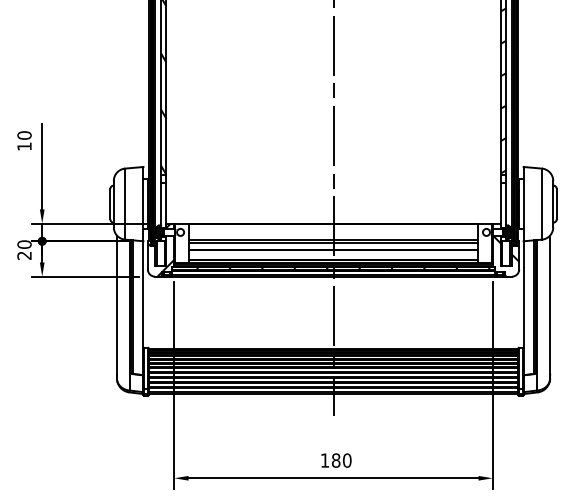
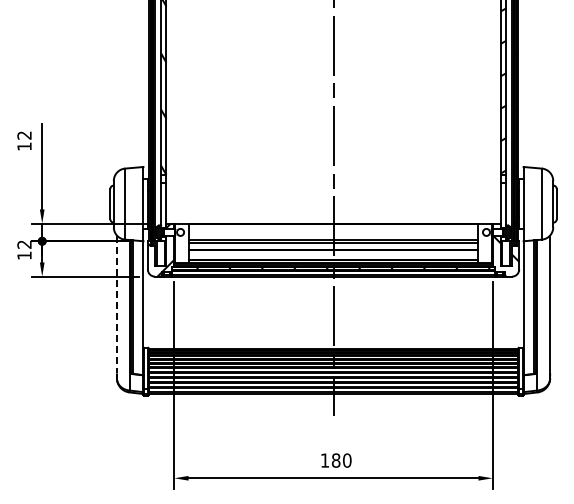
text at (24, 135): 10 -> 12
text at (24, 249): 20 -> 12
line at (116, 304): solid -> dashed
